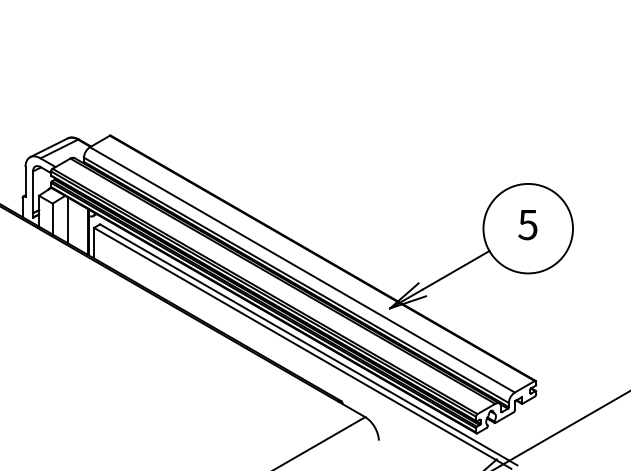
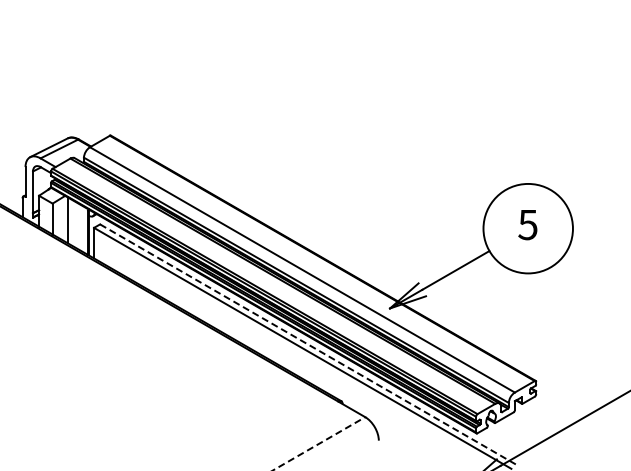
line at (308, 344): solid -> dashed
line at (319, 443): solid -> dashed
